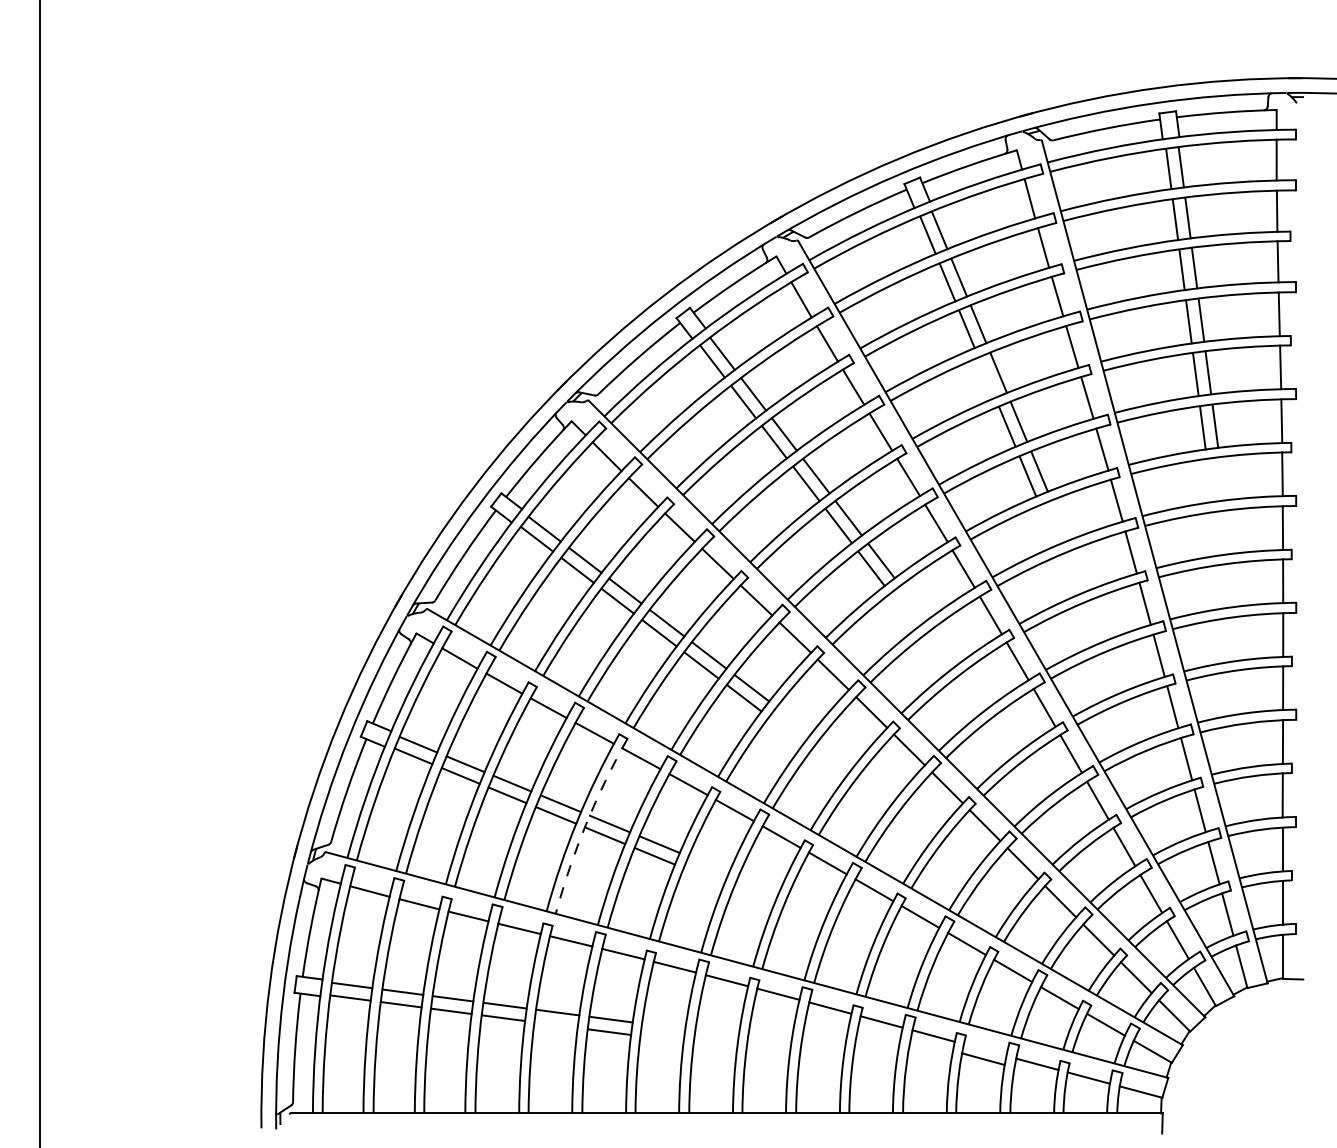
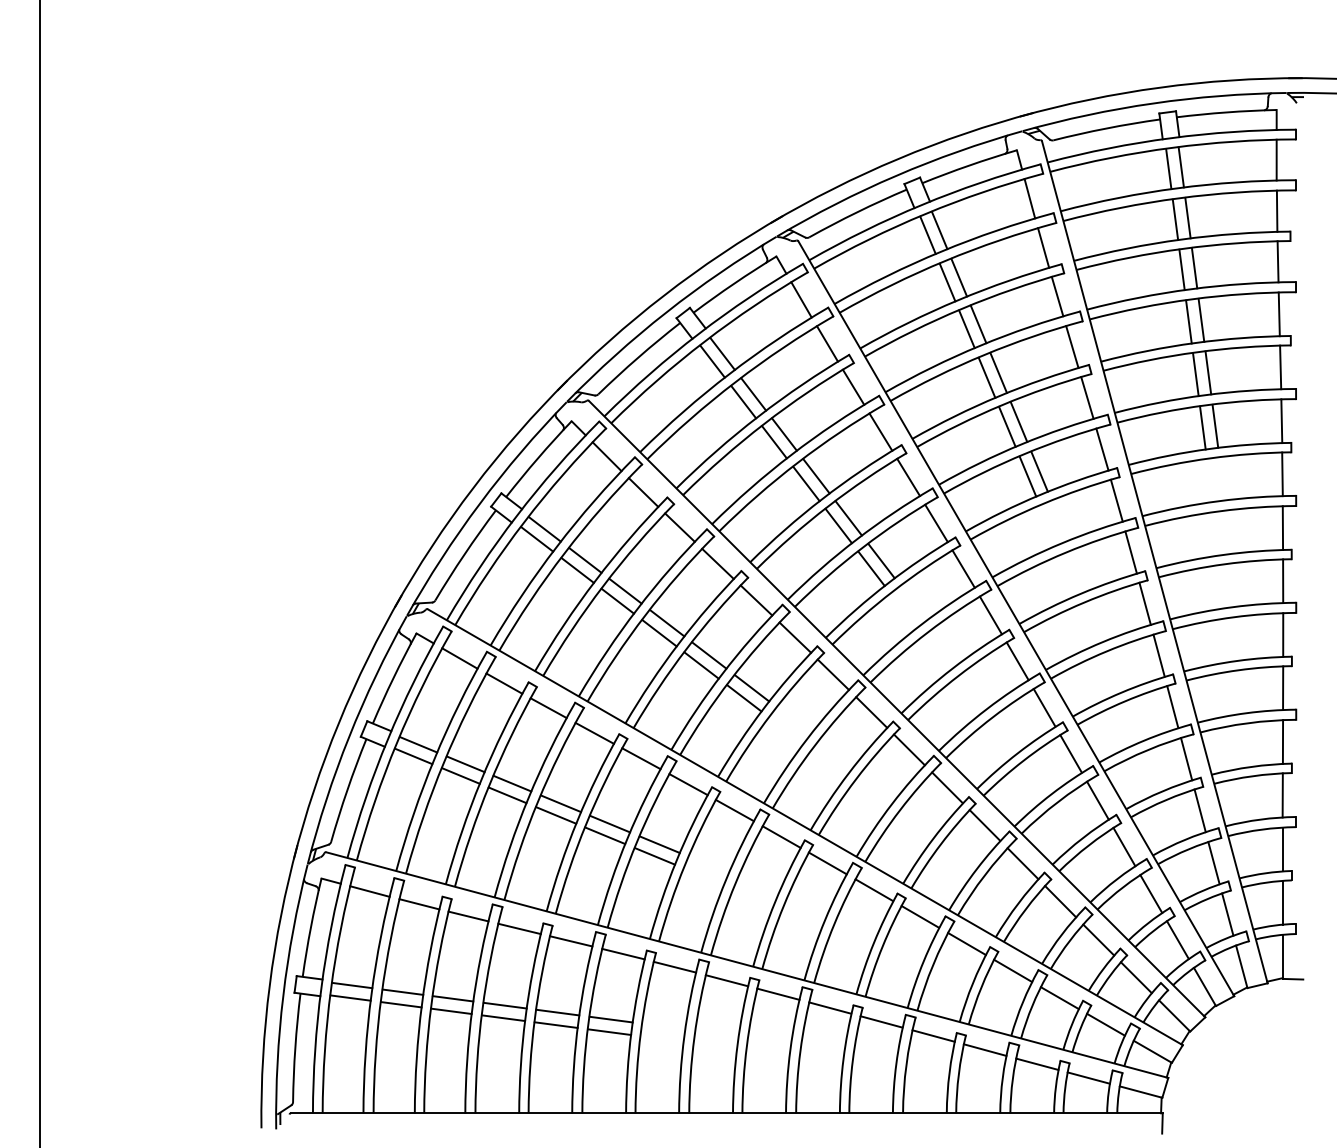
line at (986, 377): none -> present
arc at (586, 824): dashed -> solid
line at (555, 1024): none -> present
line at (982, 1058) position: (982, 1058) -> (984, 1049)
